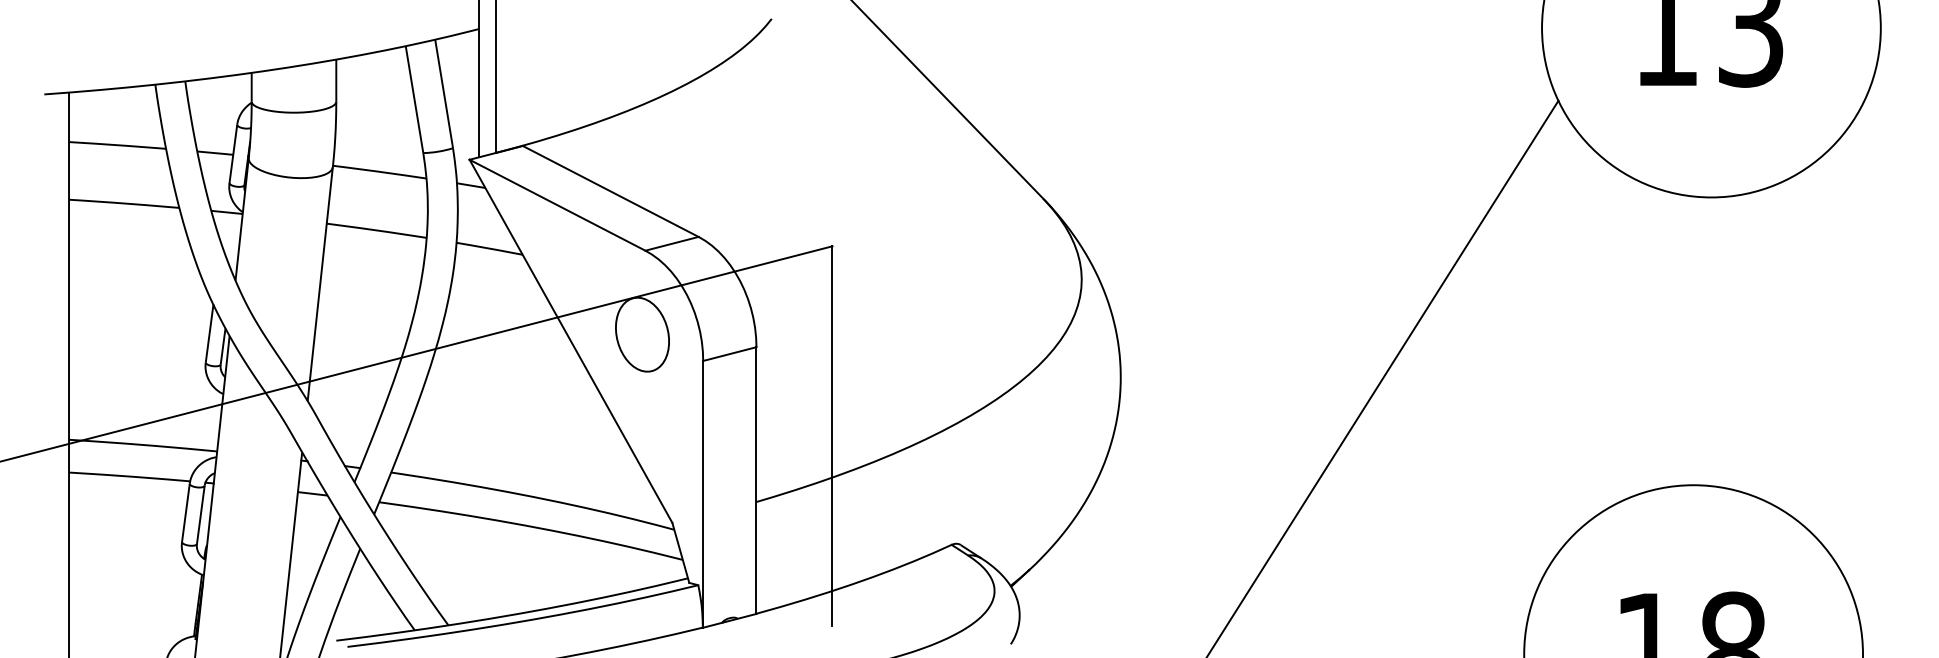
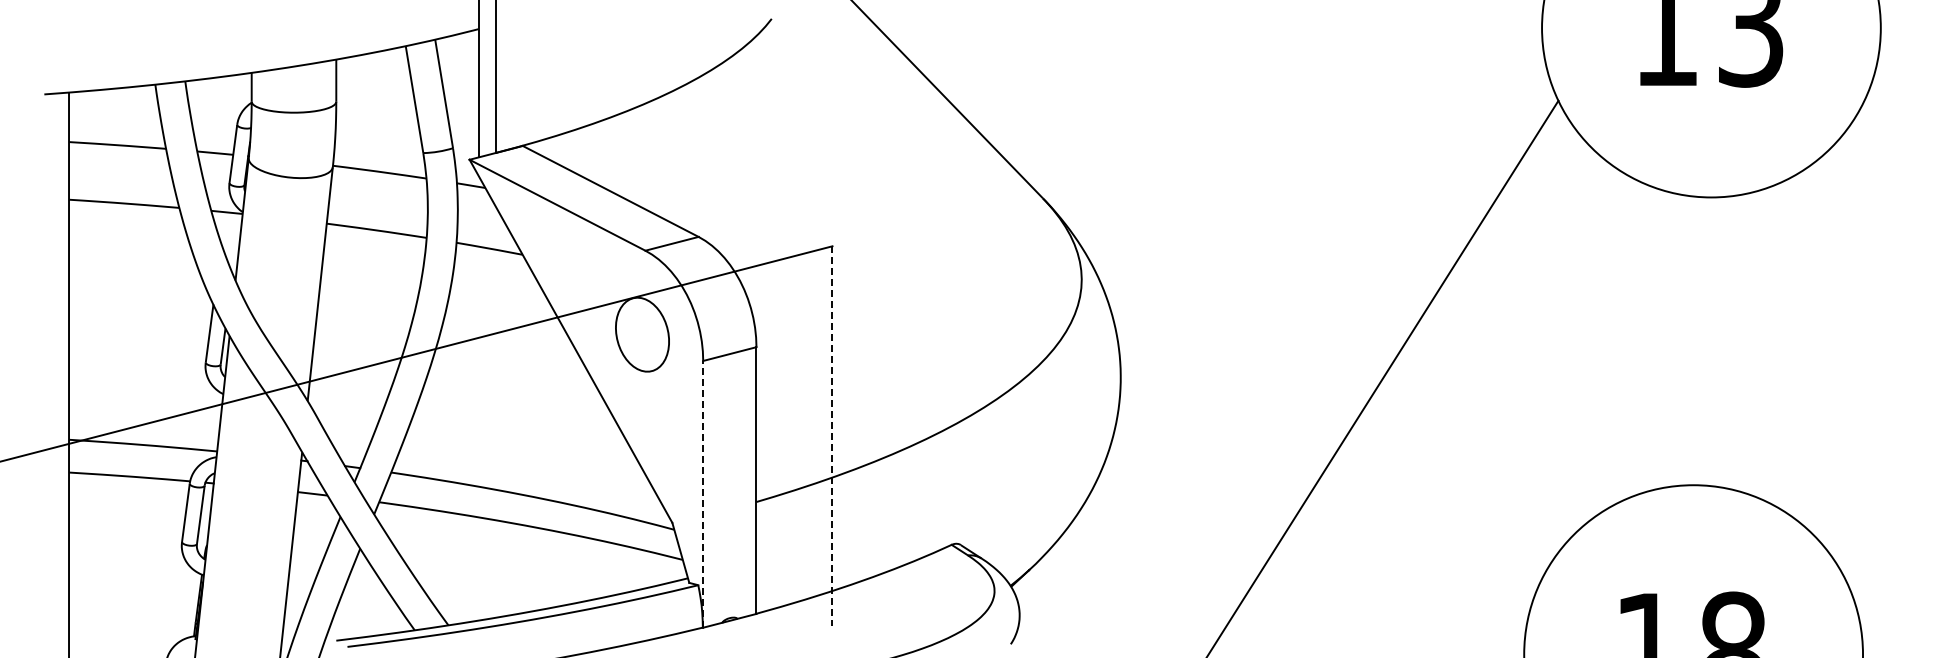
line at (832, 436): solid -> dashed
line at (703, 493): solid -> dashed
